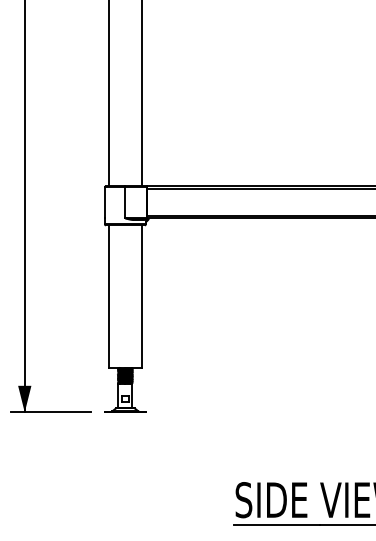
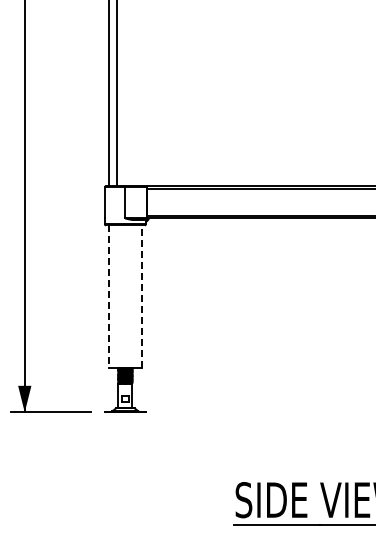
line at (142, 94) position: (142, 94) -> (117, 94)
line at (142, 296): solid -> dashed
line at (108, 297): solid -> dashed
